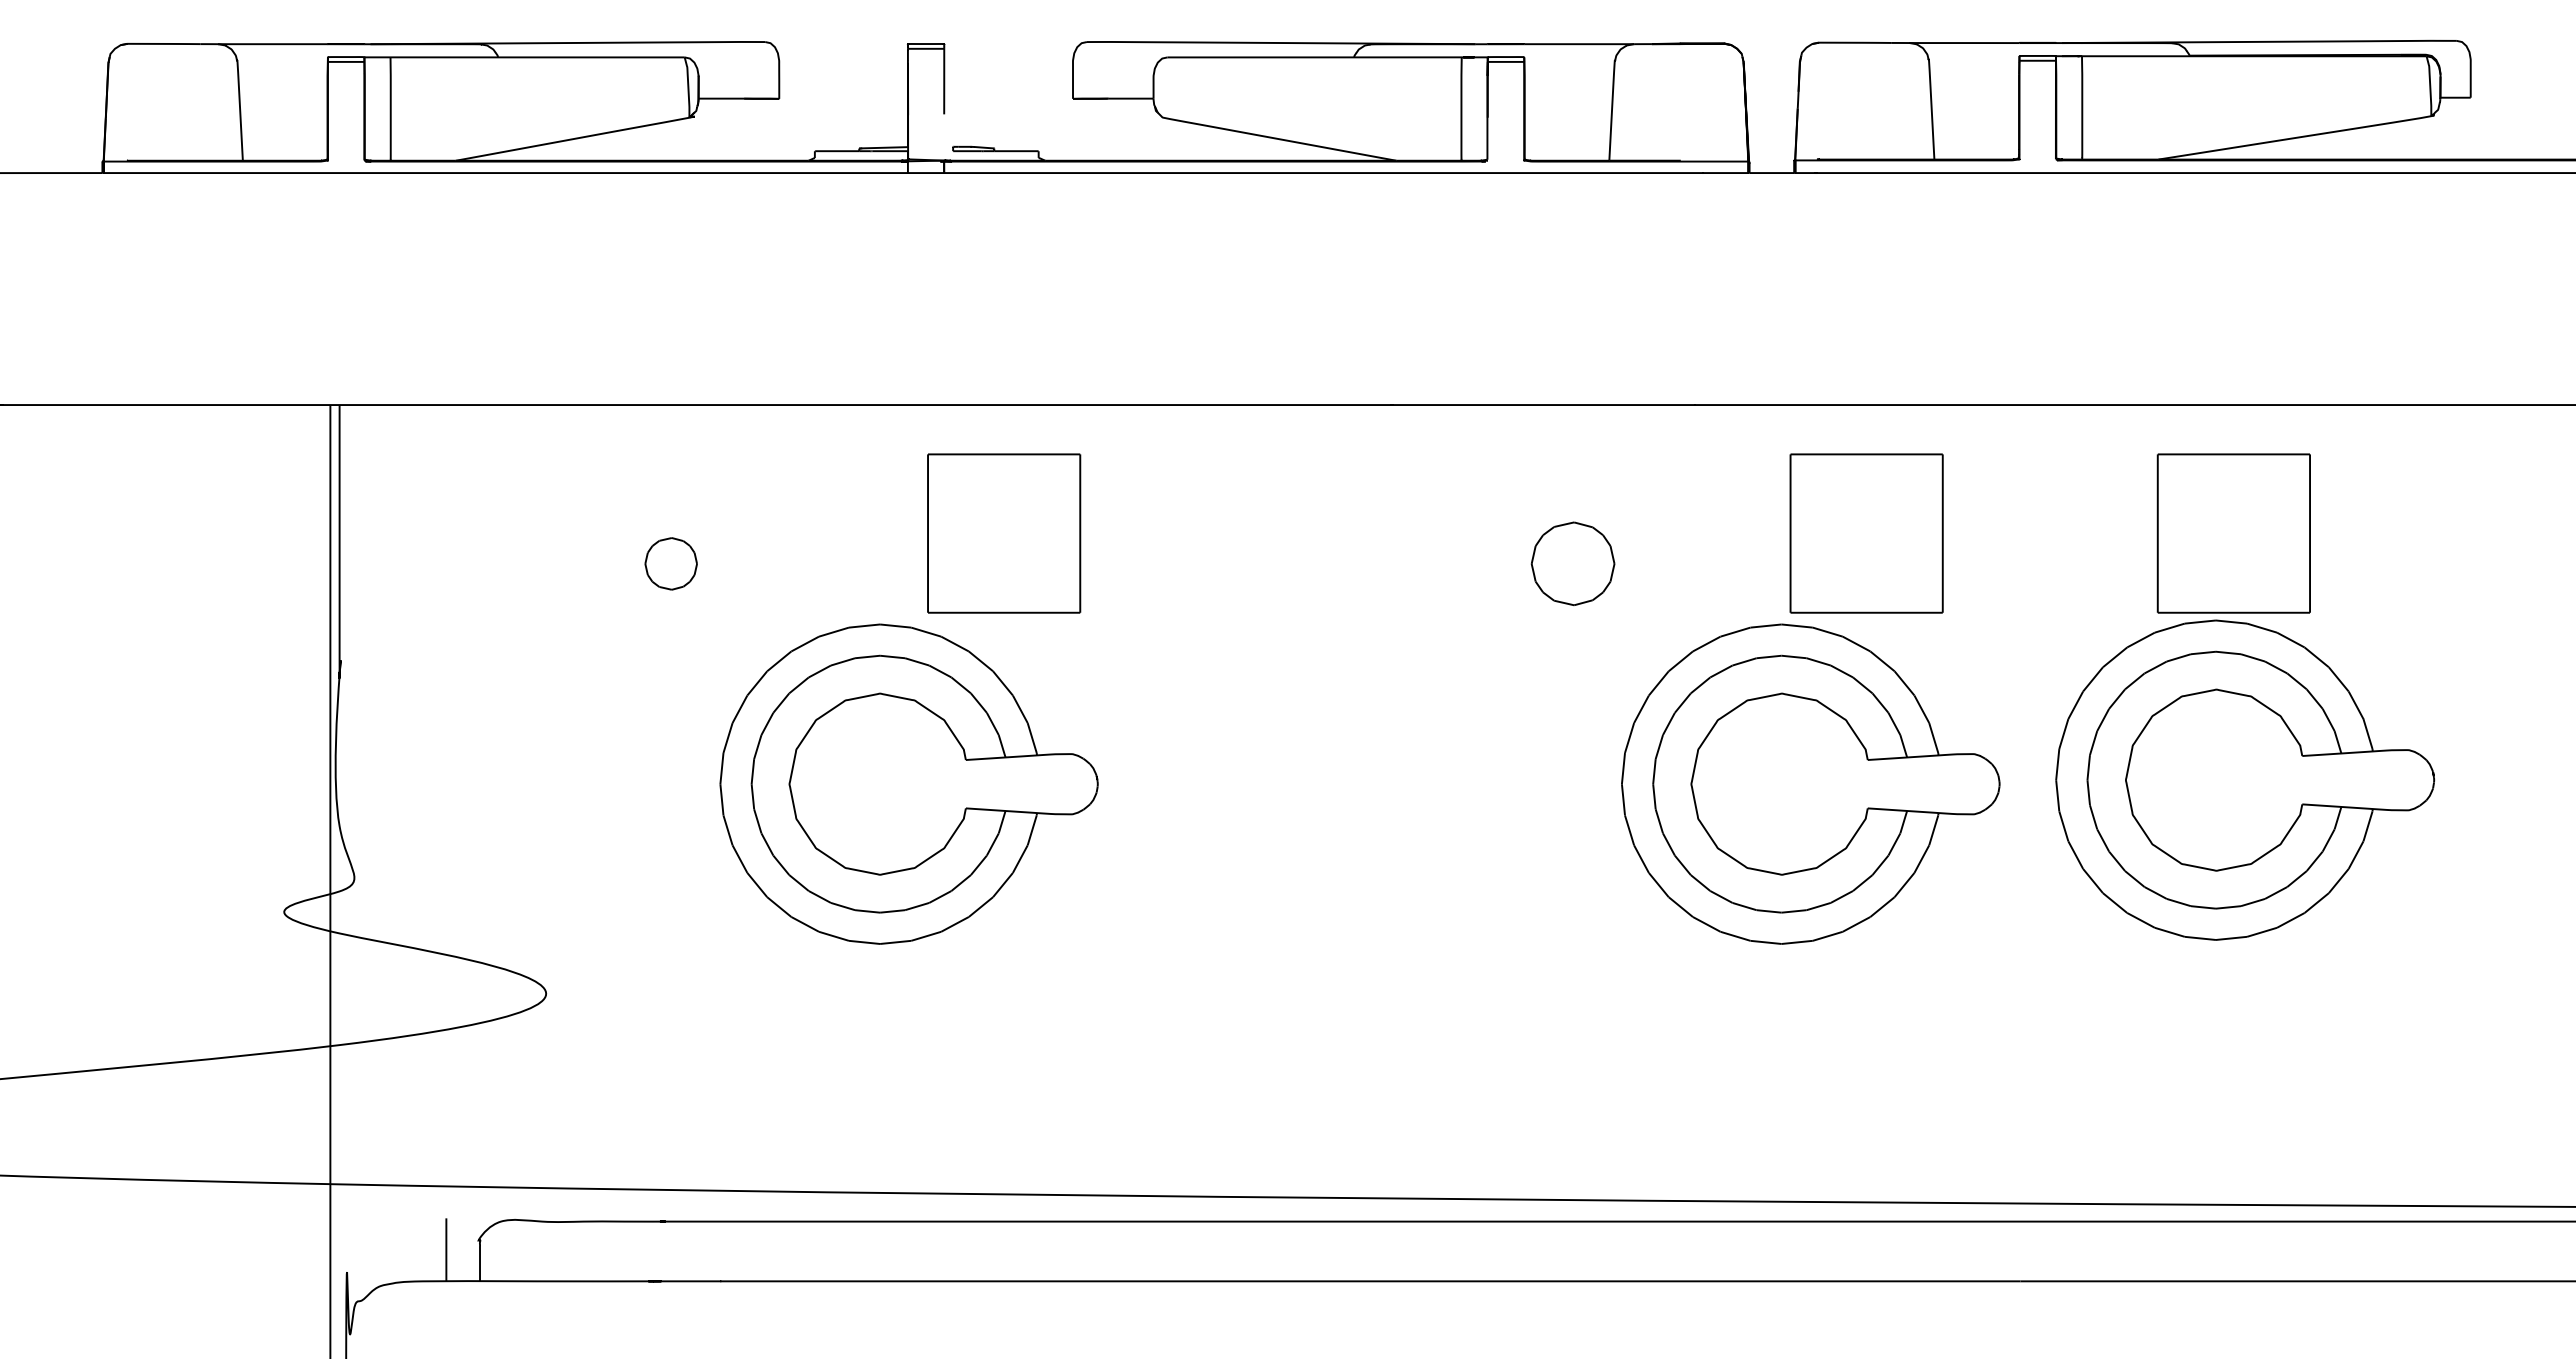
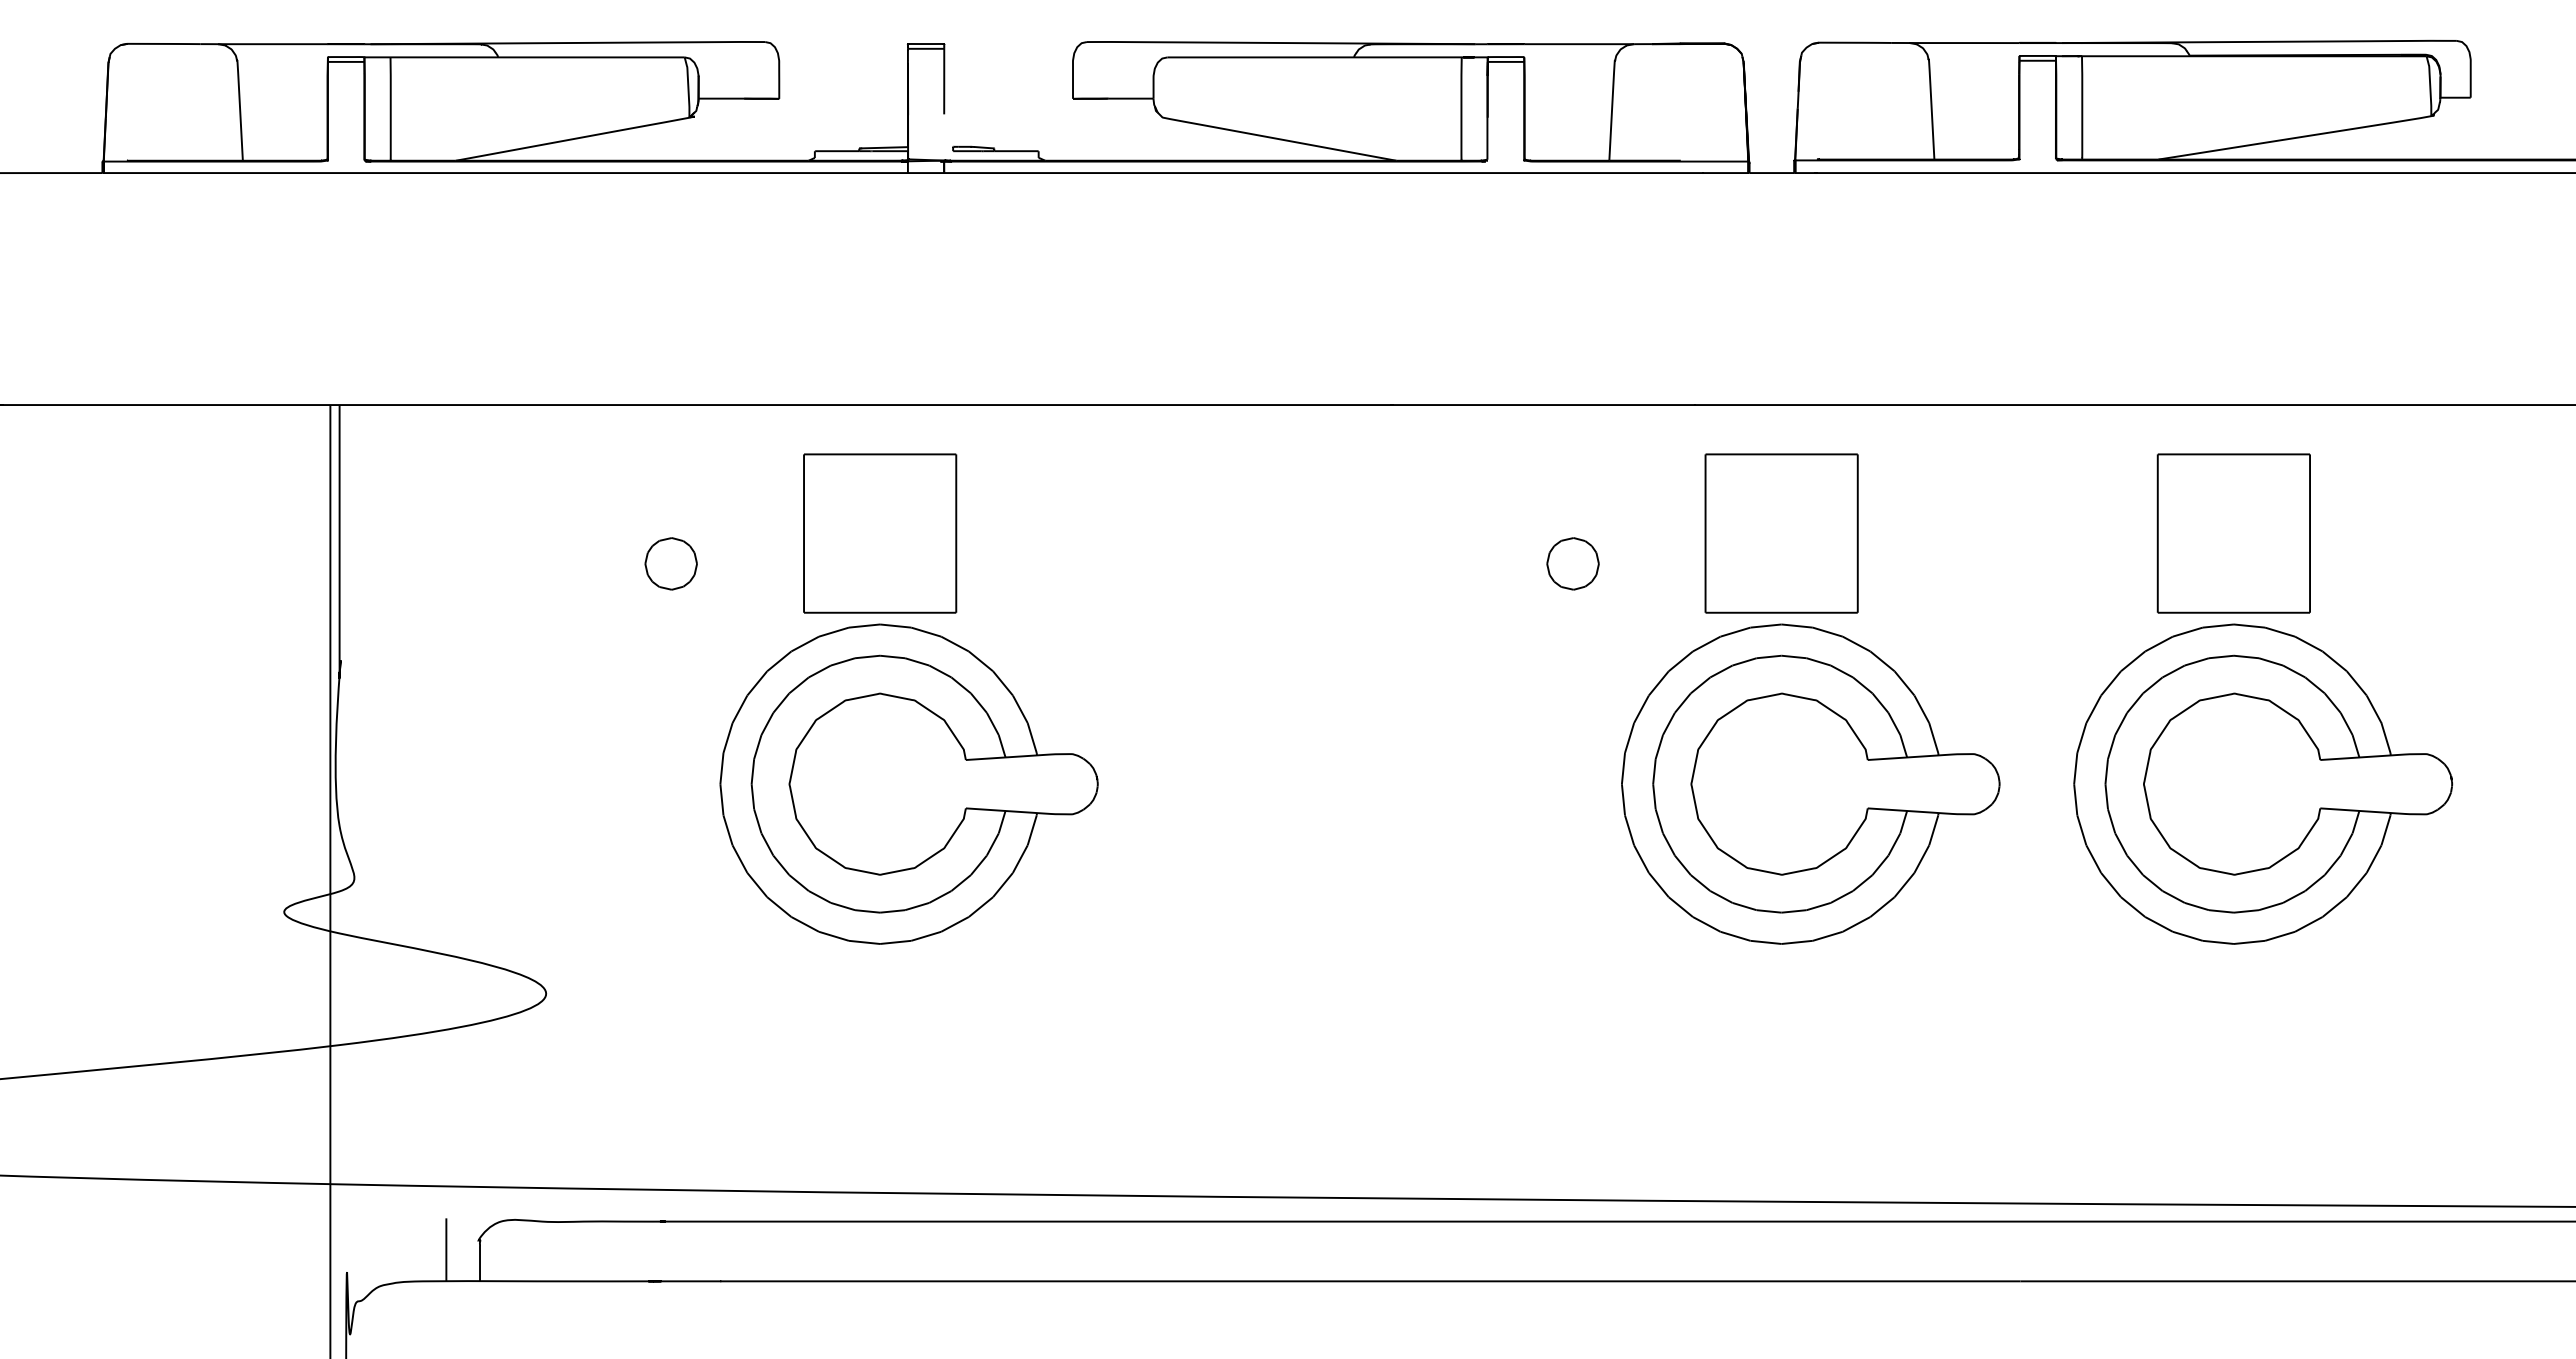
part at (1004, 533) position: (1004, 533) -> (880, 533)
part at (1866, 533) position: (1866, 533) -> (1781, 533)
part at (1572, 563) size: 86x85 px -> 54x54 px
part at (2245, 779) position: (2245, 779) -> (2263, 783)
